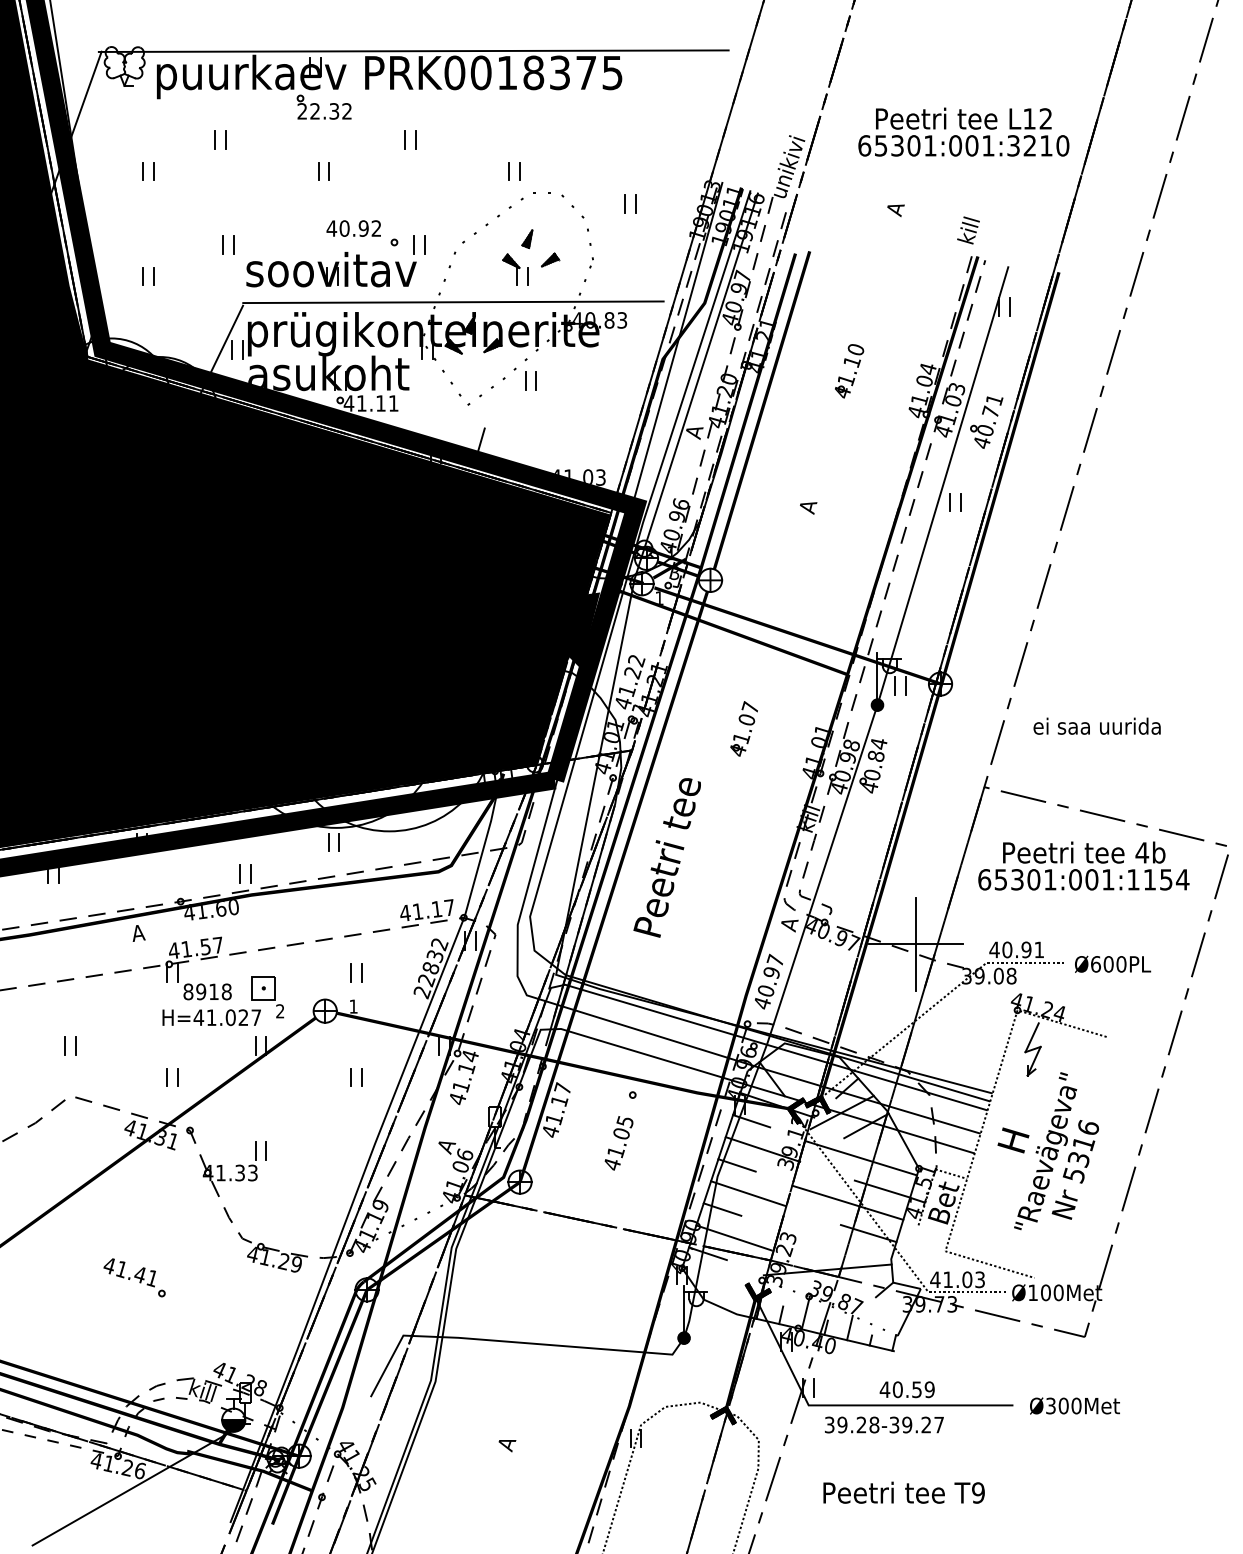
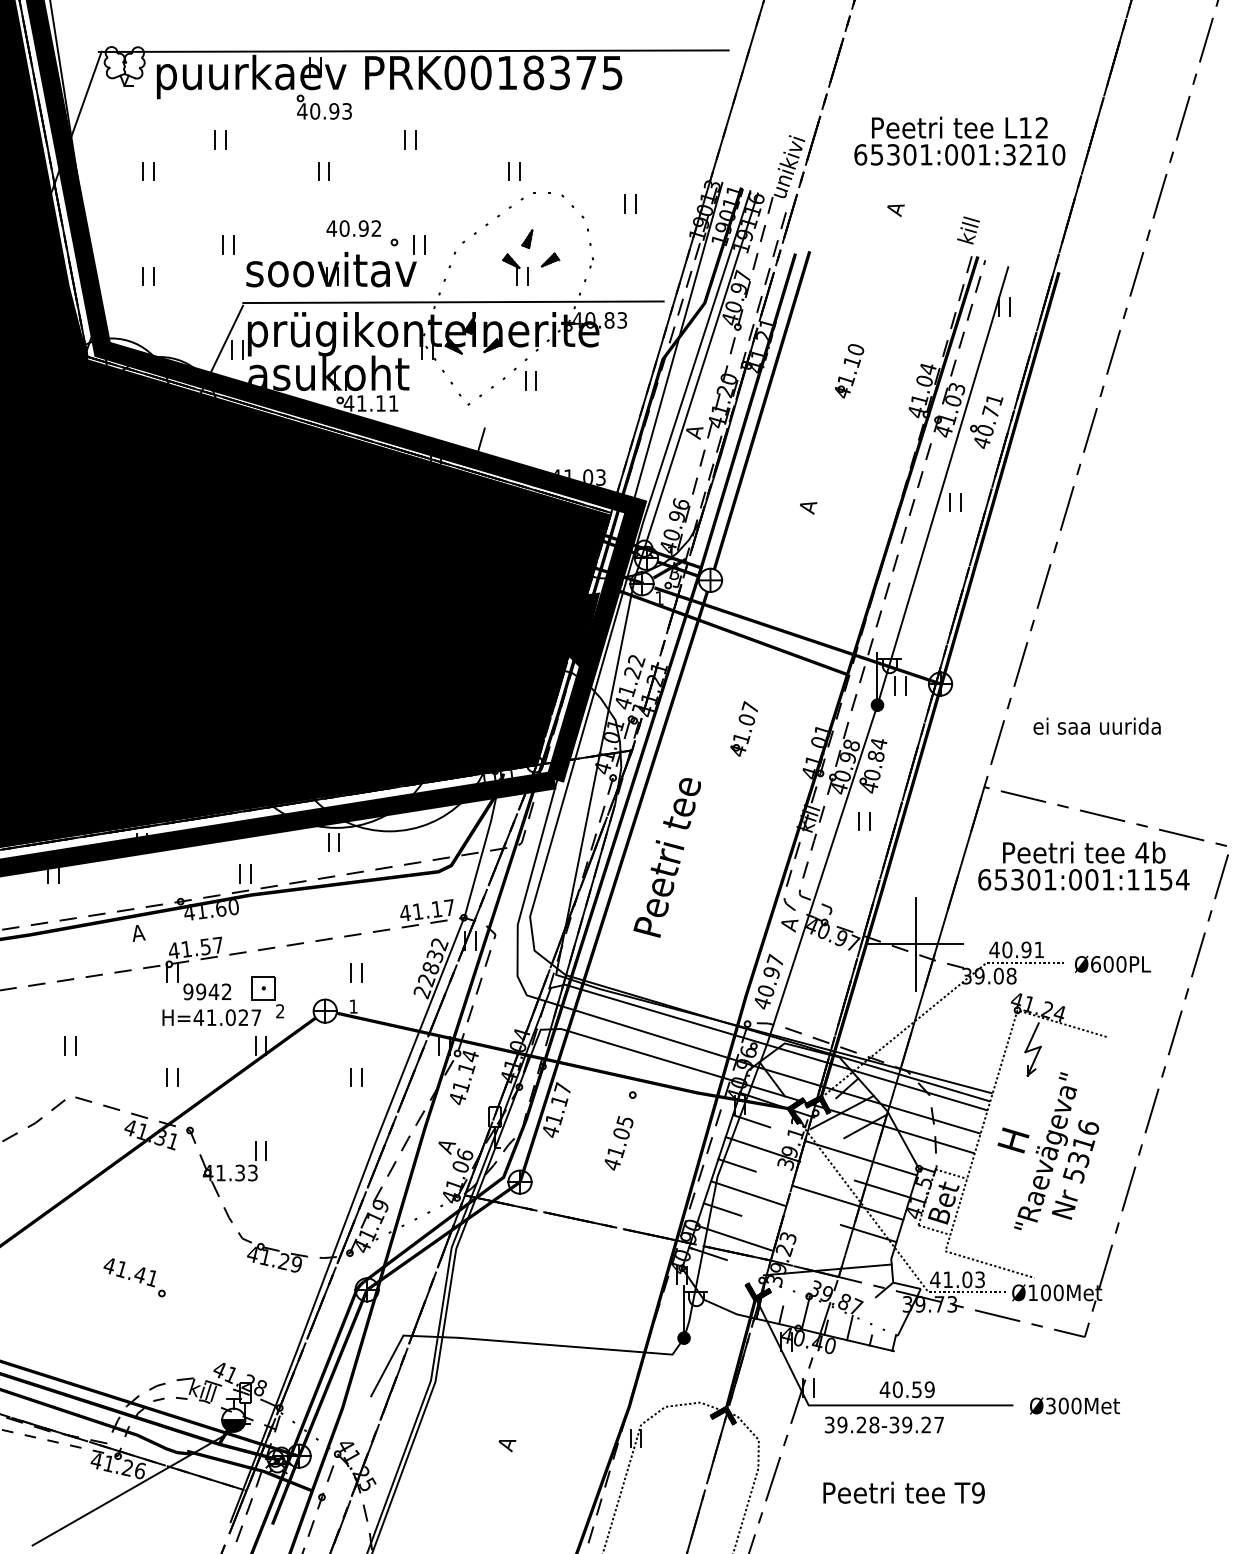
text at (324, 111): 22.32 -> 40.93
text at (963, 131) position: (963, 131) -> (959, 140)
part at (864, 821): none -> present
text at (207, 991): 8918 -> 9942
line at (934, 1229): none -> present
